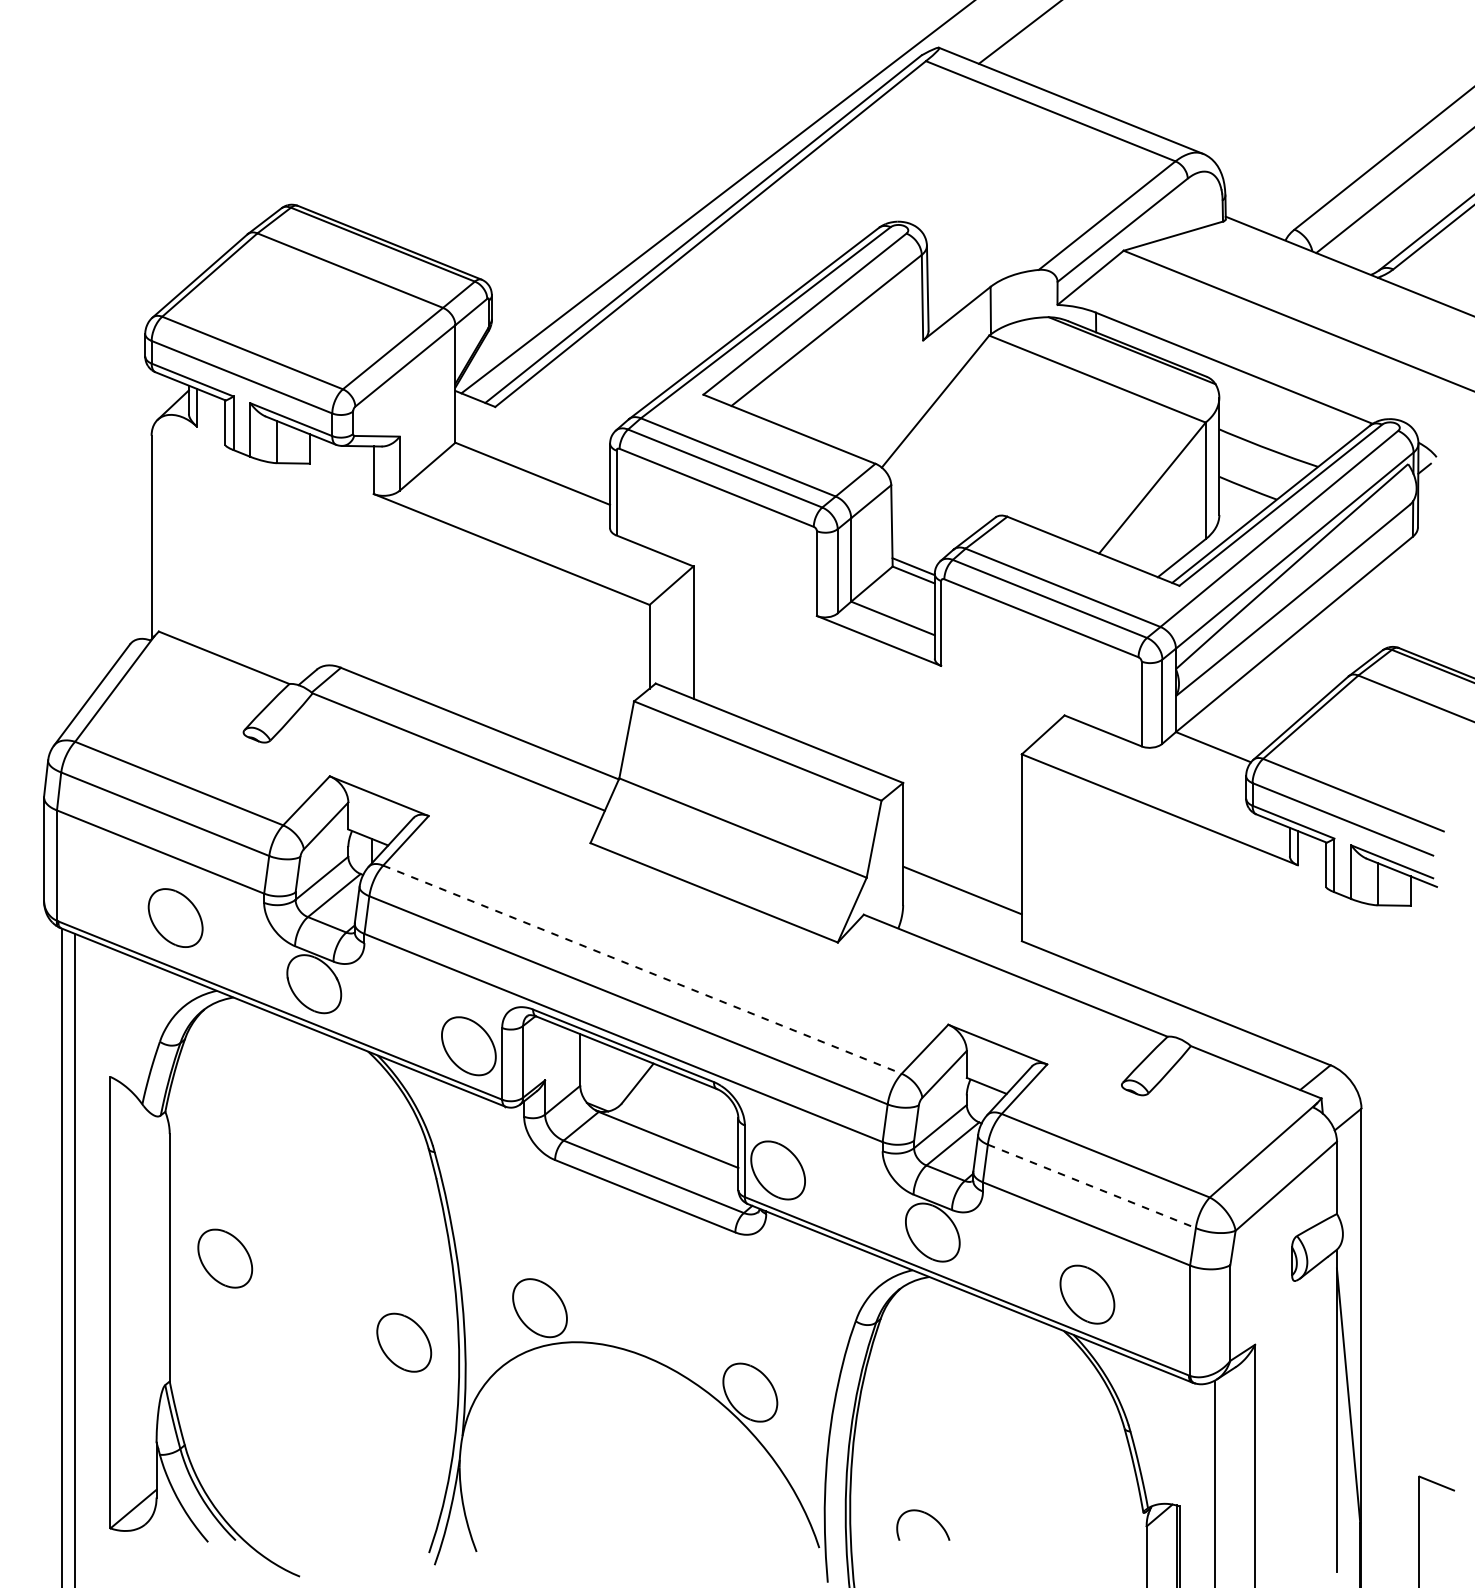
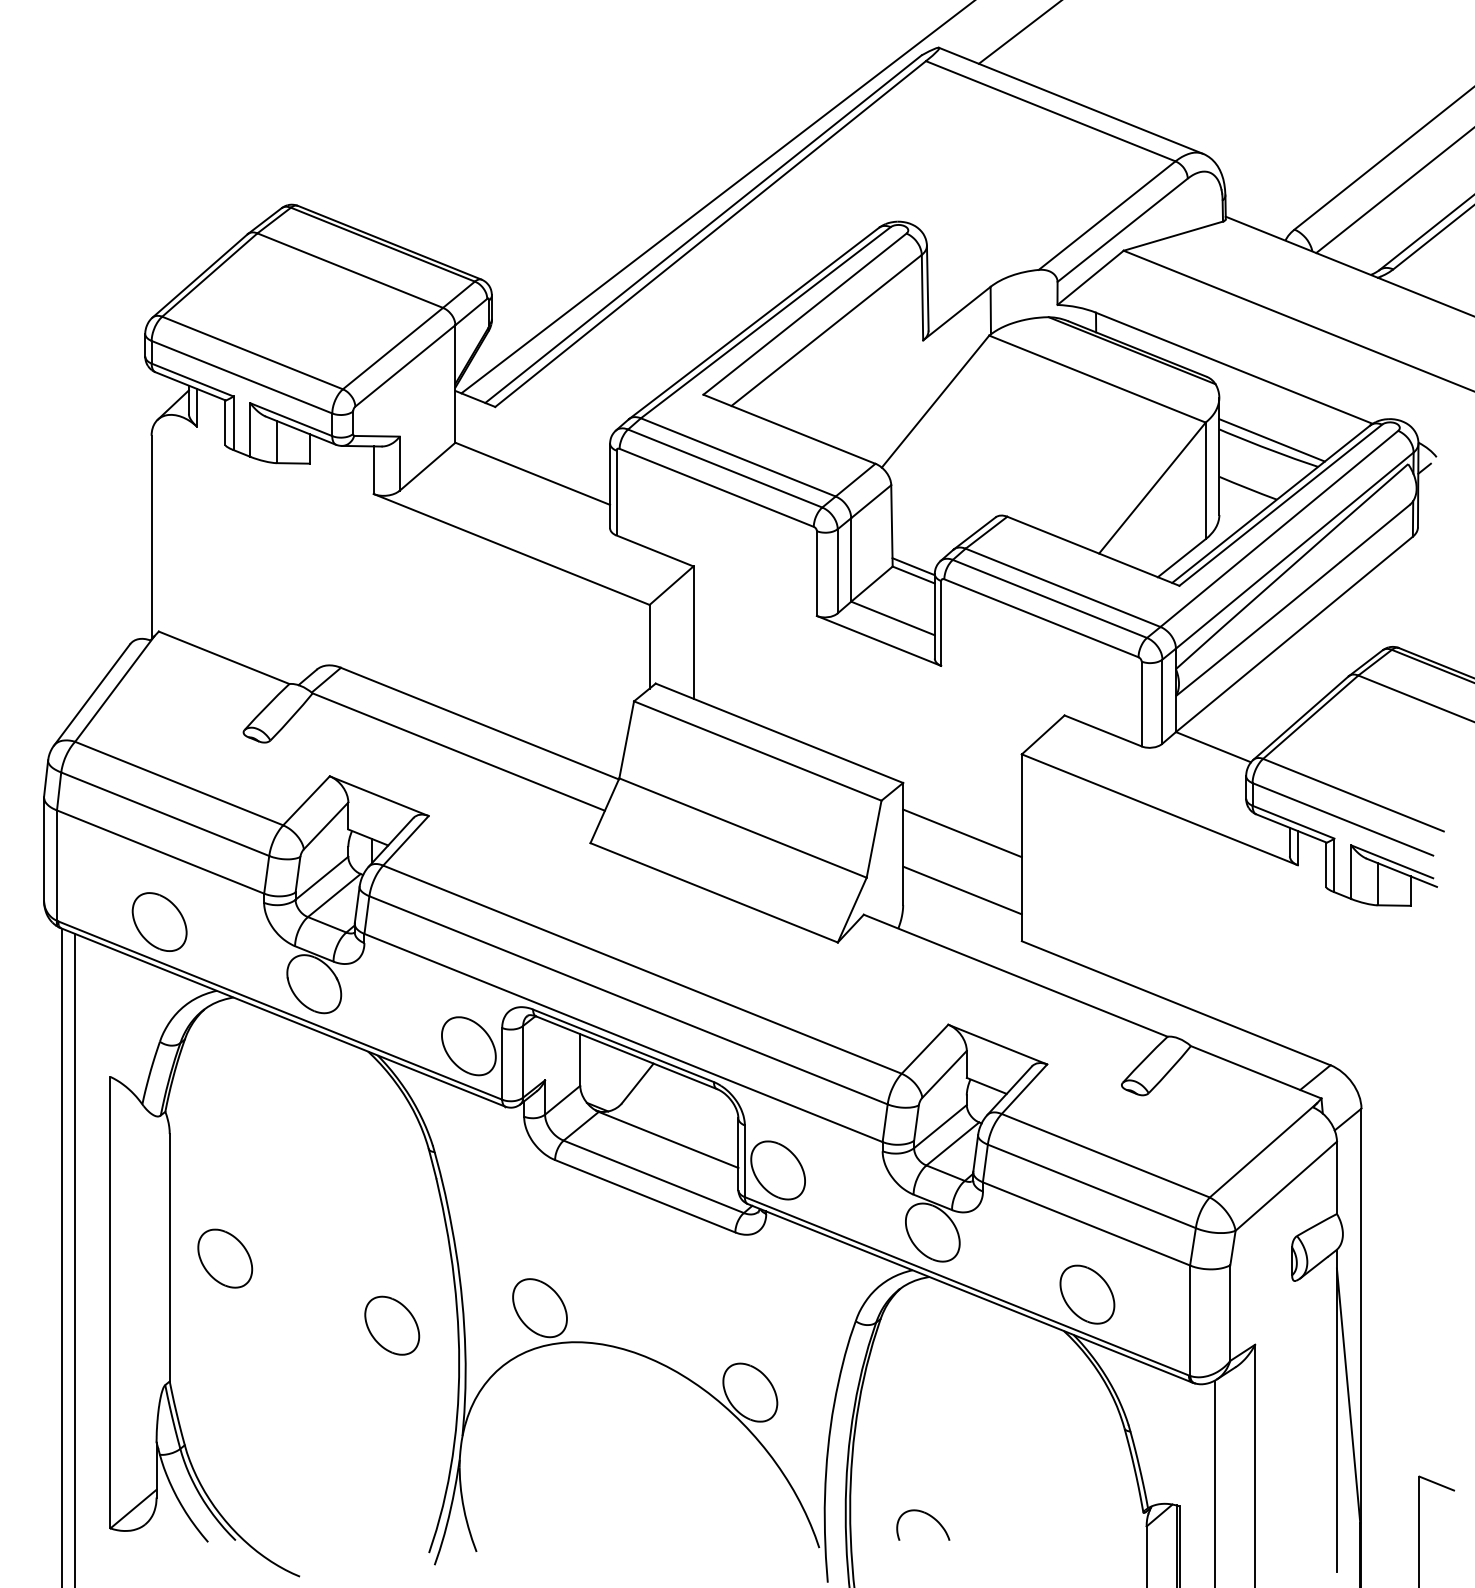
line at (1271, 440): none -> present
line at (962, 833): none -> present
part at (175, 917) position: (175, 917) -> (159, 921)
line at (642, 969): dashed -> solid
line at (1092, 1186): dashed -> solid
part at (404, 1342) position: (404, 1342) -> (392, 1325)
